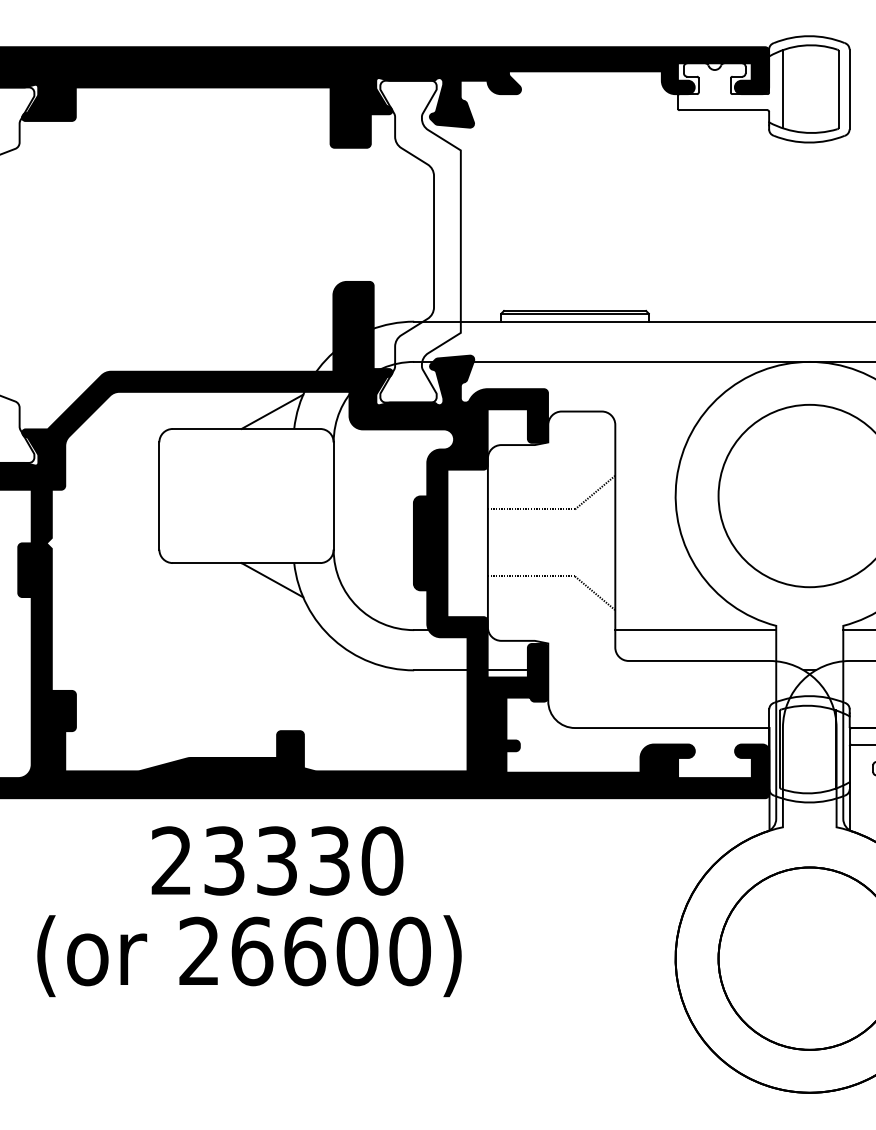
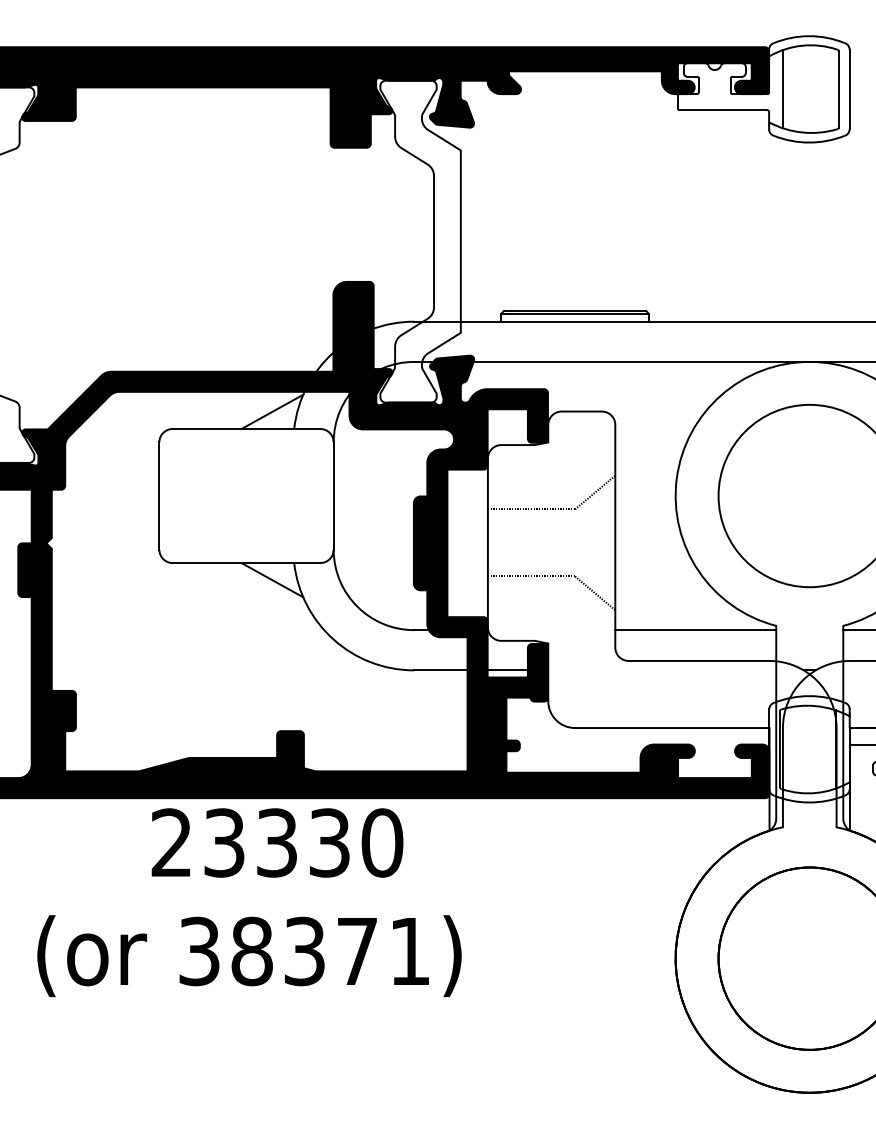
text at (277, 860) position: (277, 860) -> (277, 842)
text at (304, 951): 26600) -> 38371)
